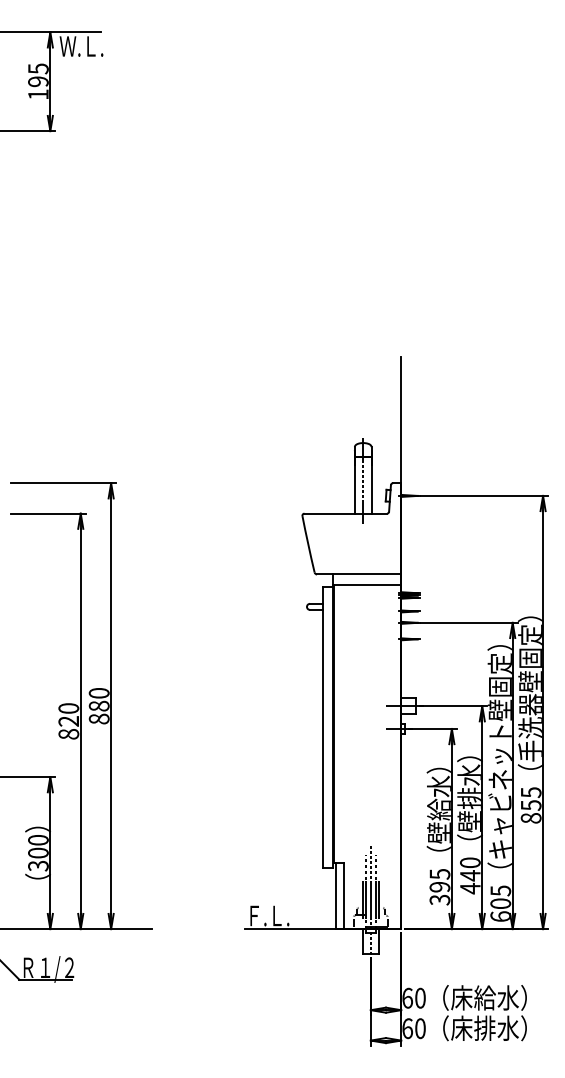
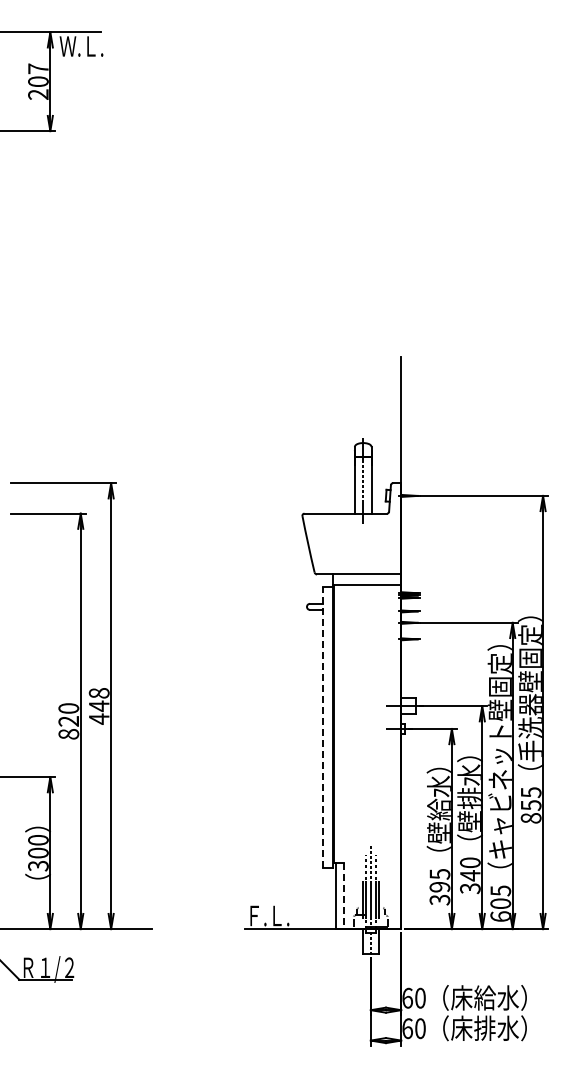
text at (38, 81): 195 -> 207
text at (98, 706): 880 -> 448
line at (323, 727): solid -> dashed
text at (470, 888): 440 -> 340
line at (343, 896): solid -> dashed
